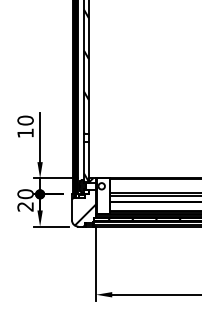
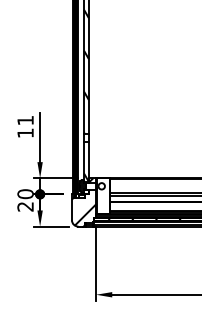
text at (25, 120): 10 -> 11
